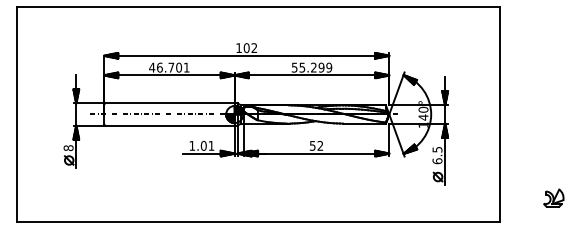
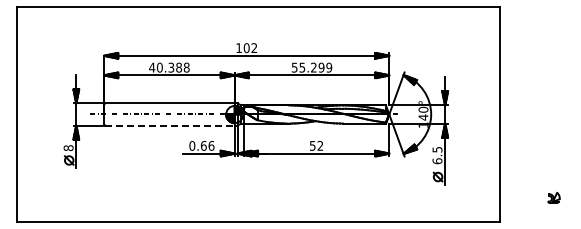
text at (173, 67): 46.701 -> 40.388
line at (170, 125): solid -> dashed
text at (201, 145): 1.01 -> 0.66
part at (553, 197) size: 22x20 px -> 14x12 px
